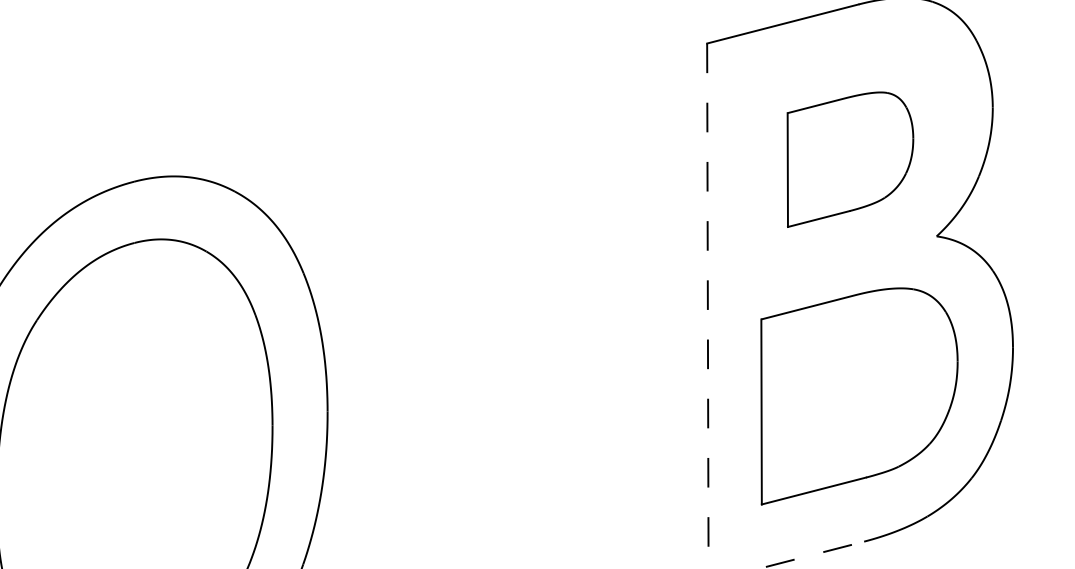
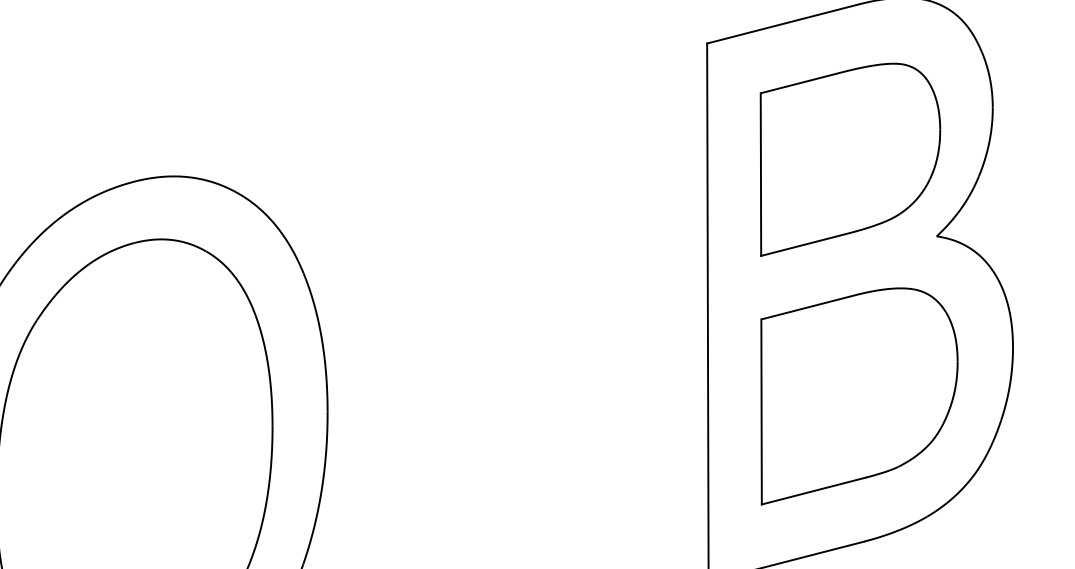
part at (850, 159) size: 129x137 px -> 183x195 px
line at (707, 306): dashed -> solid
line at (811, 555): dashed -> solid
